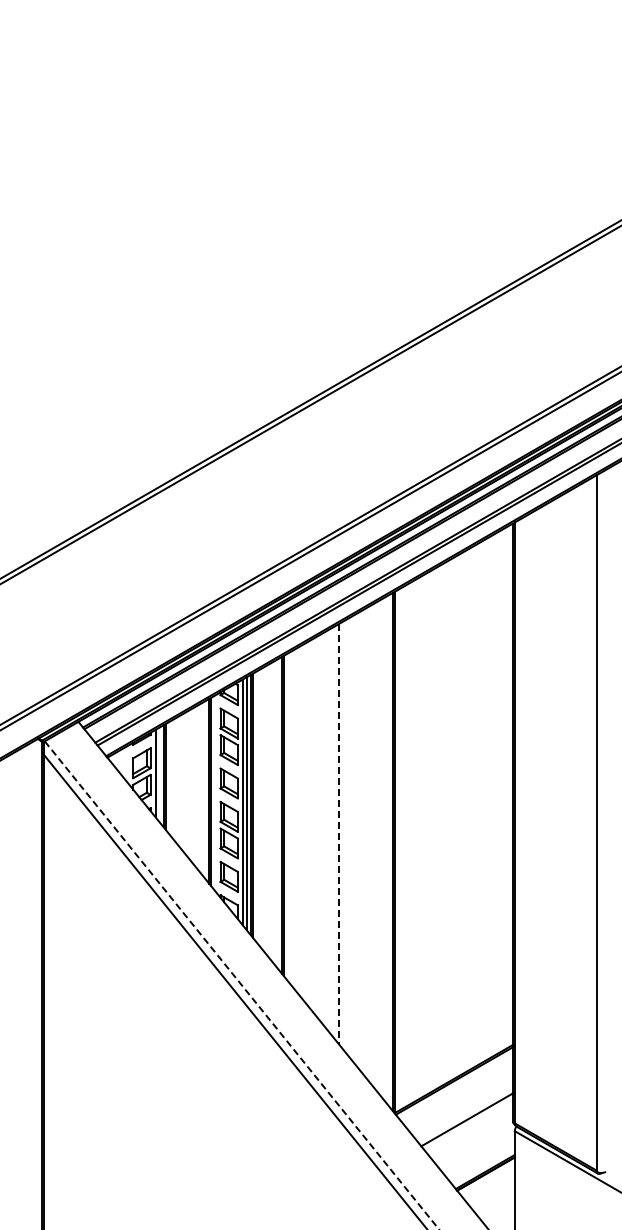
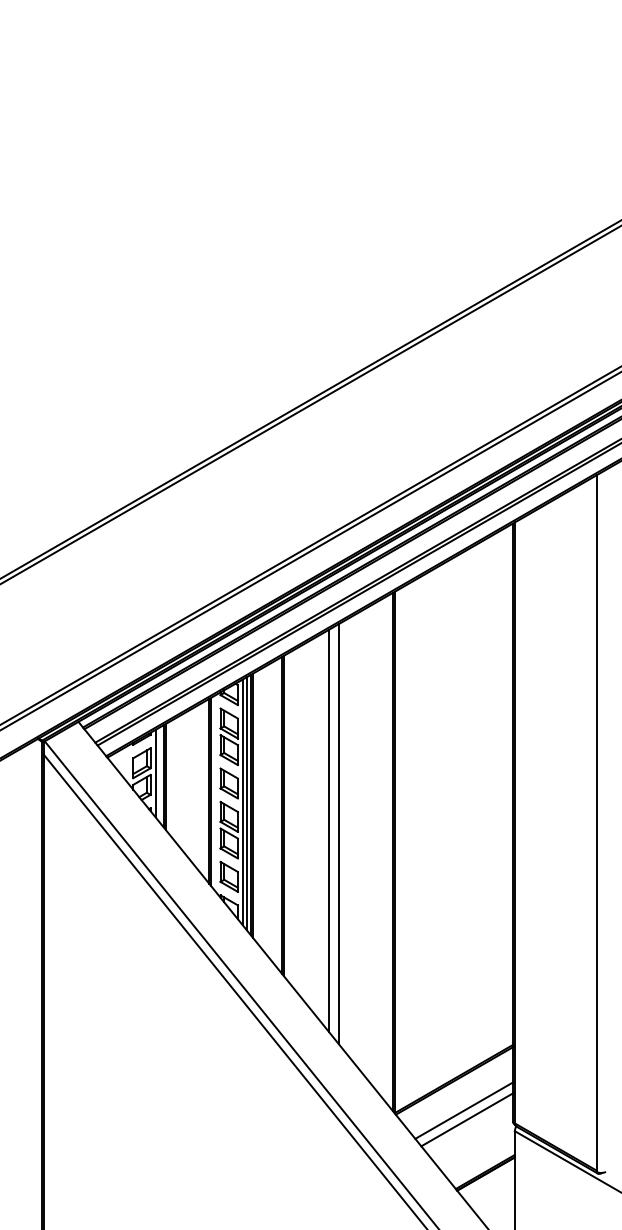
line at (329, 830): none -> present
line at (338, 834): dashed -> solid
line at (241, 985): dashed -> solid
line at (464, 1110): none -> present
